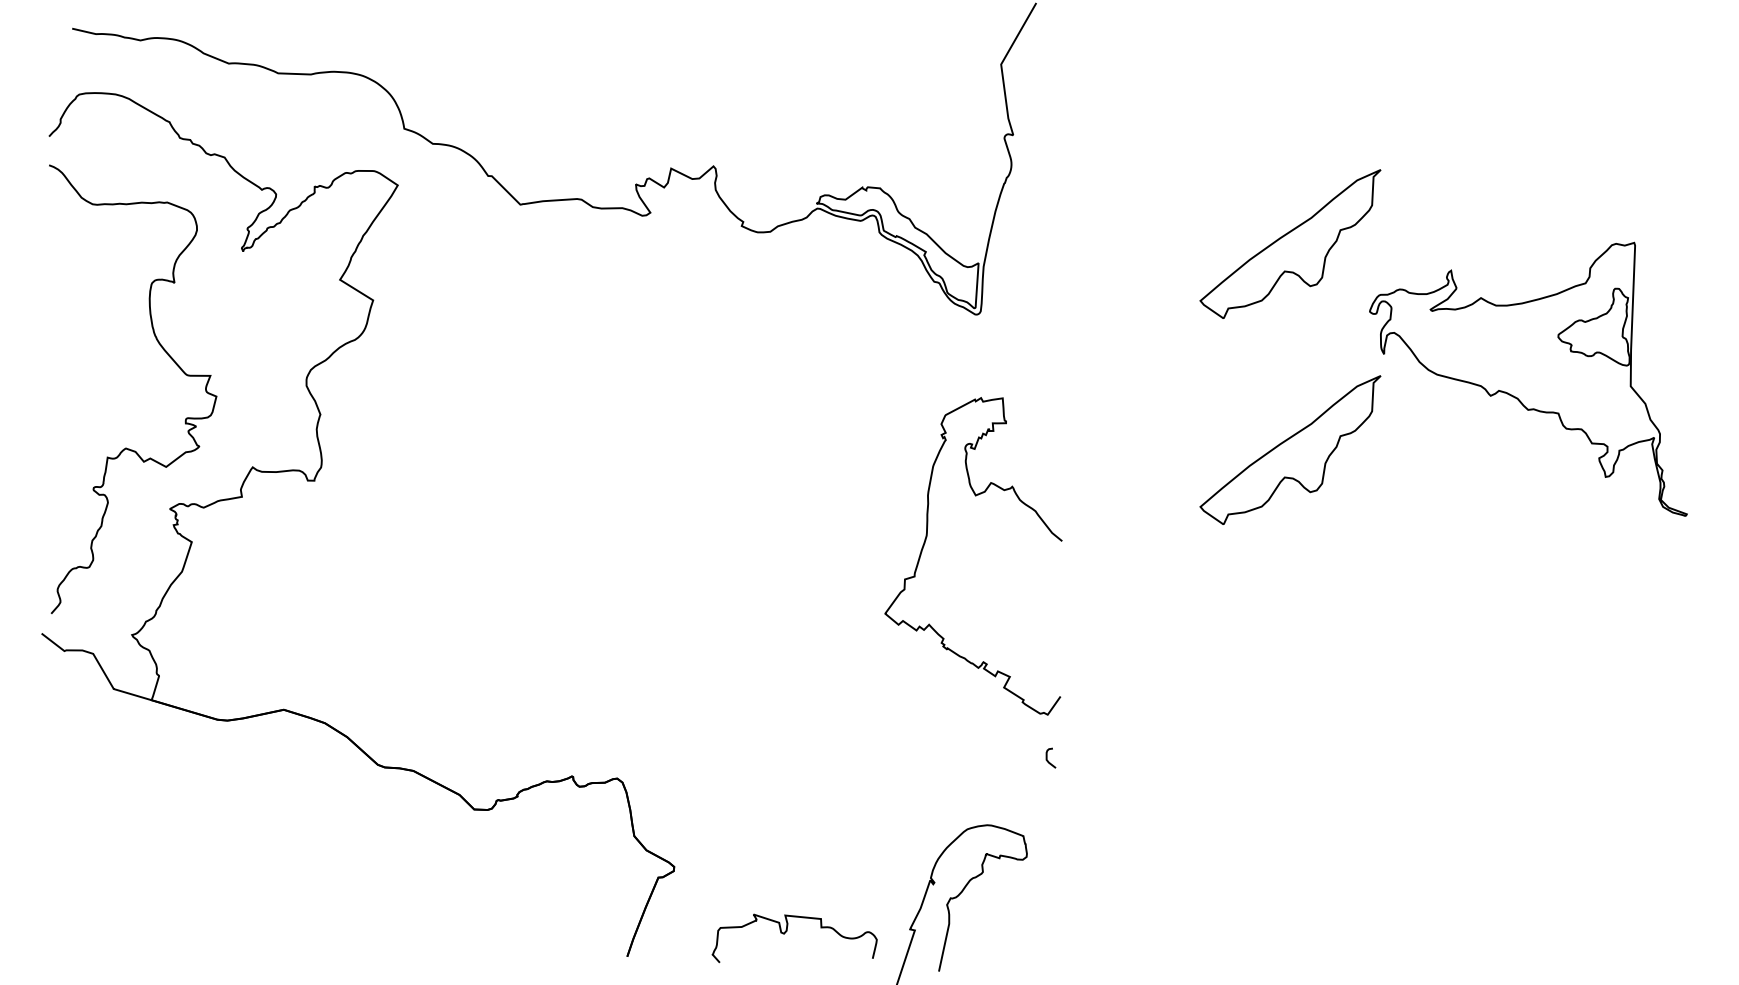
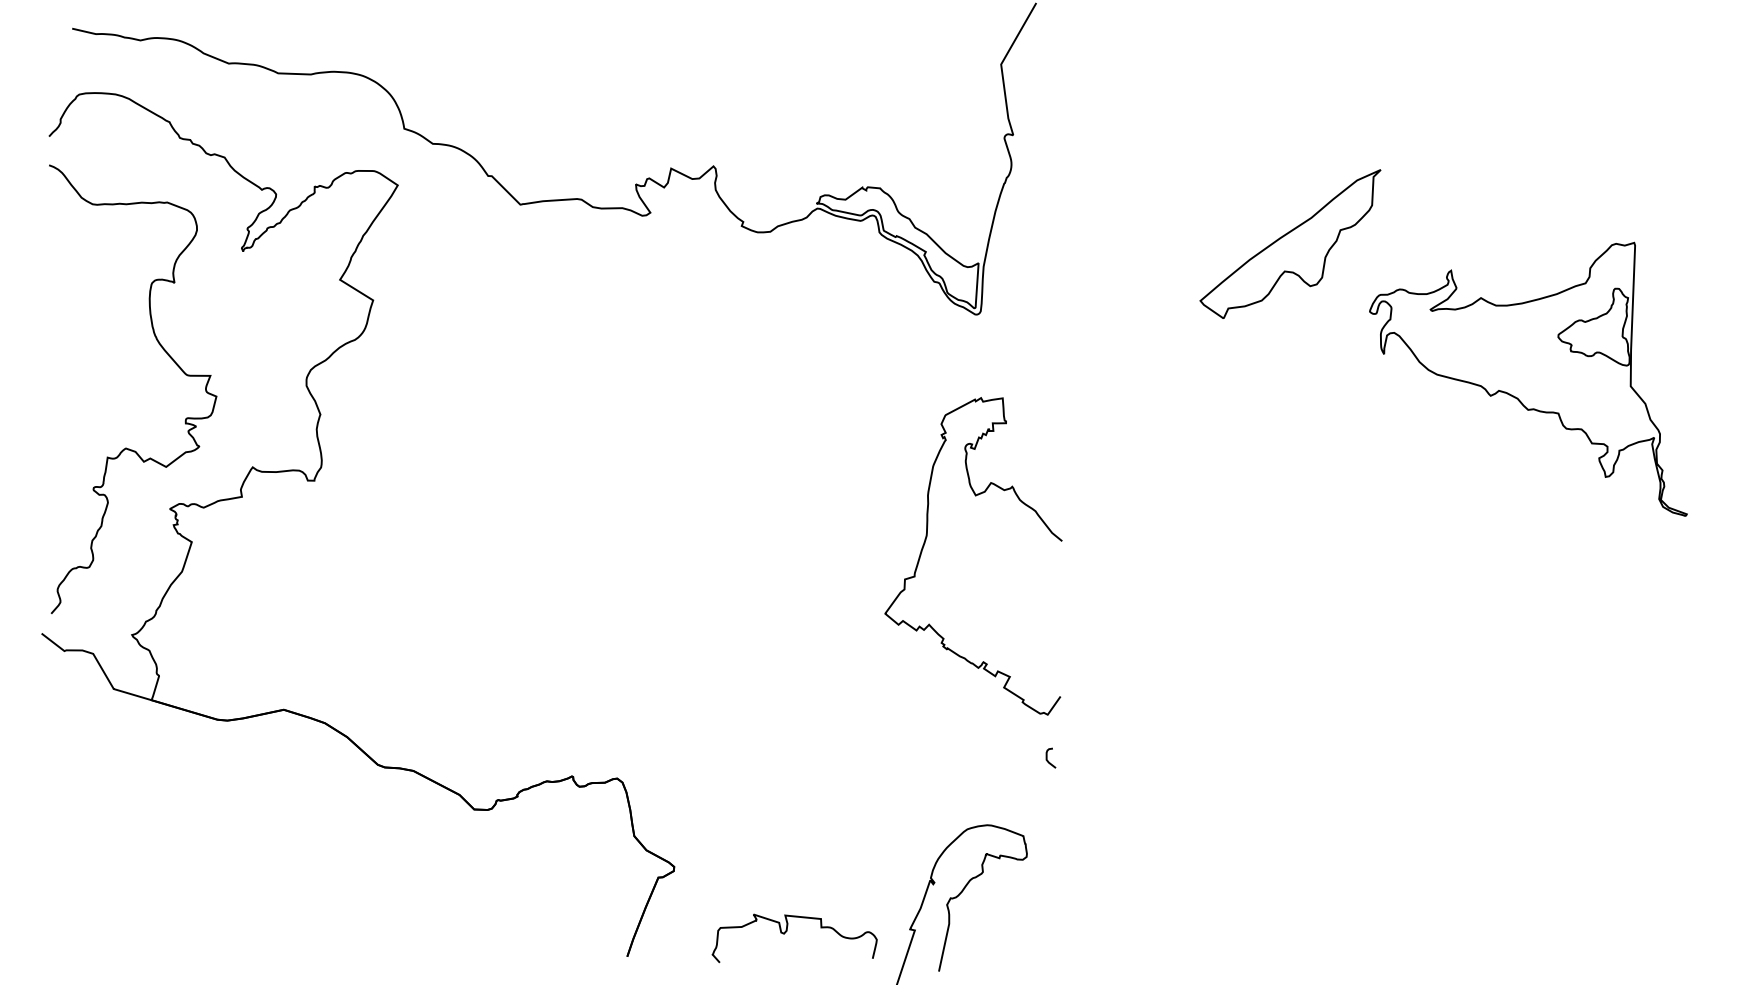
part at (1290, 449): present -> none
